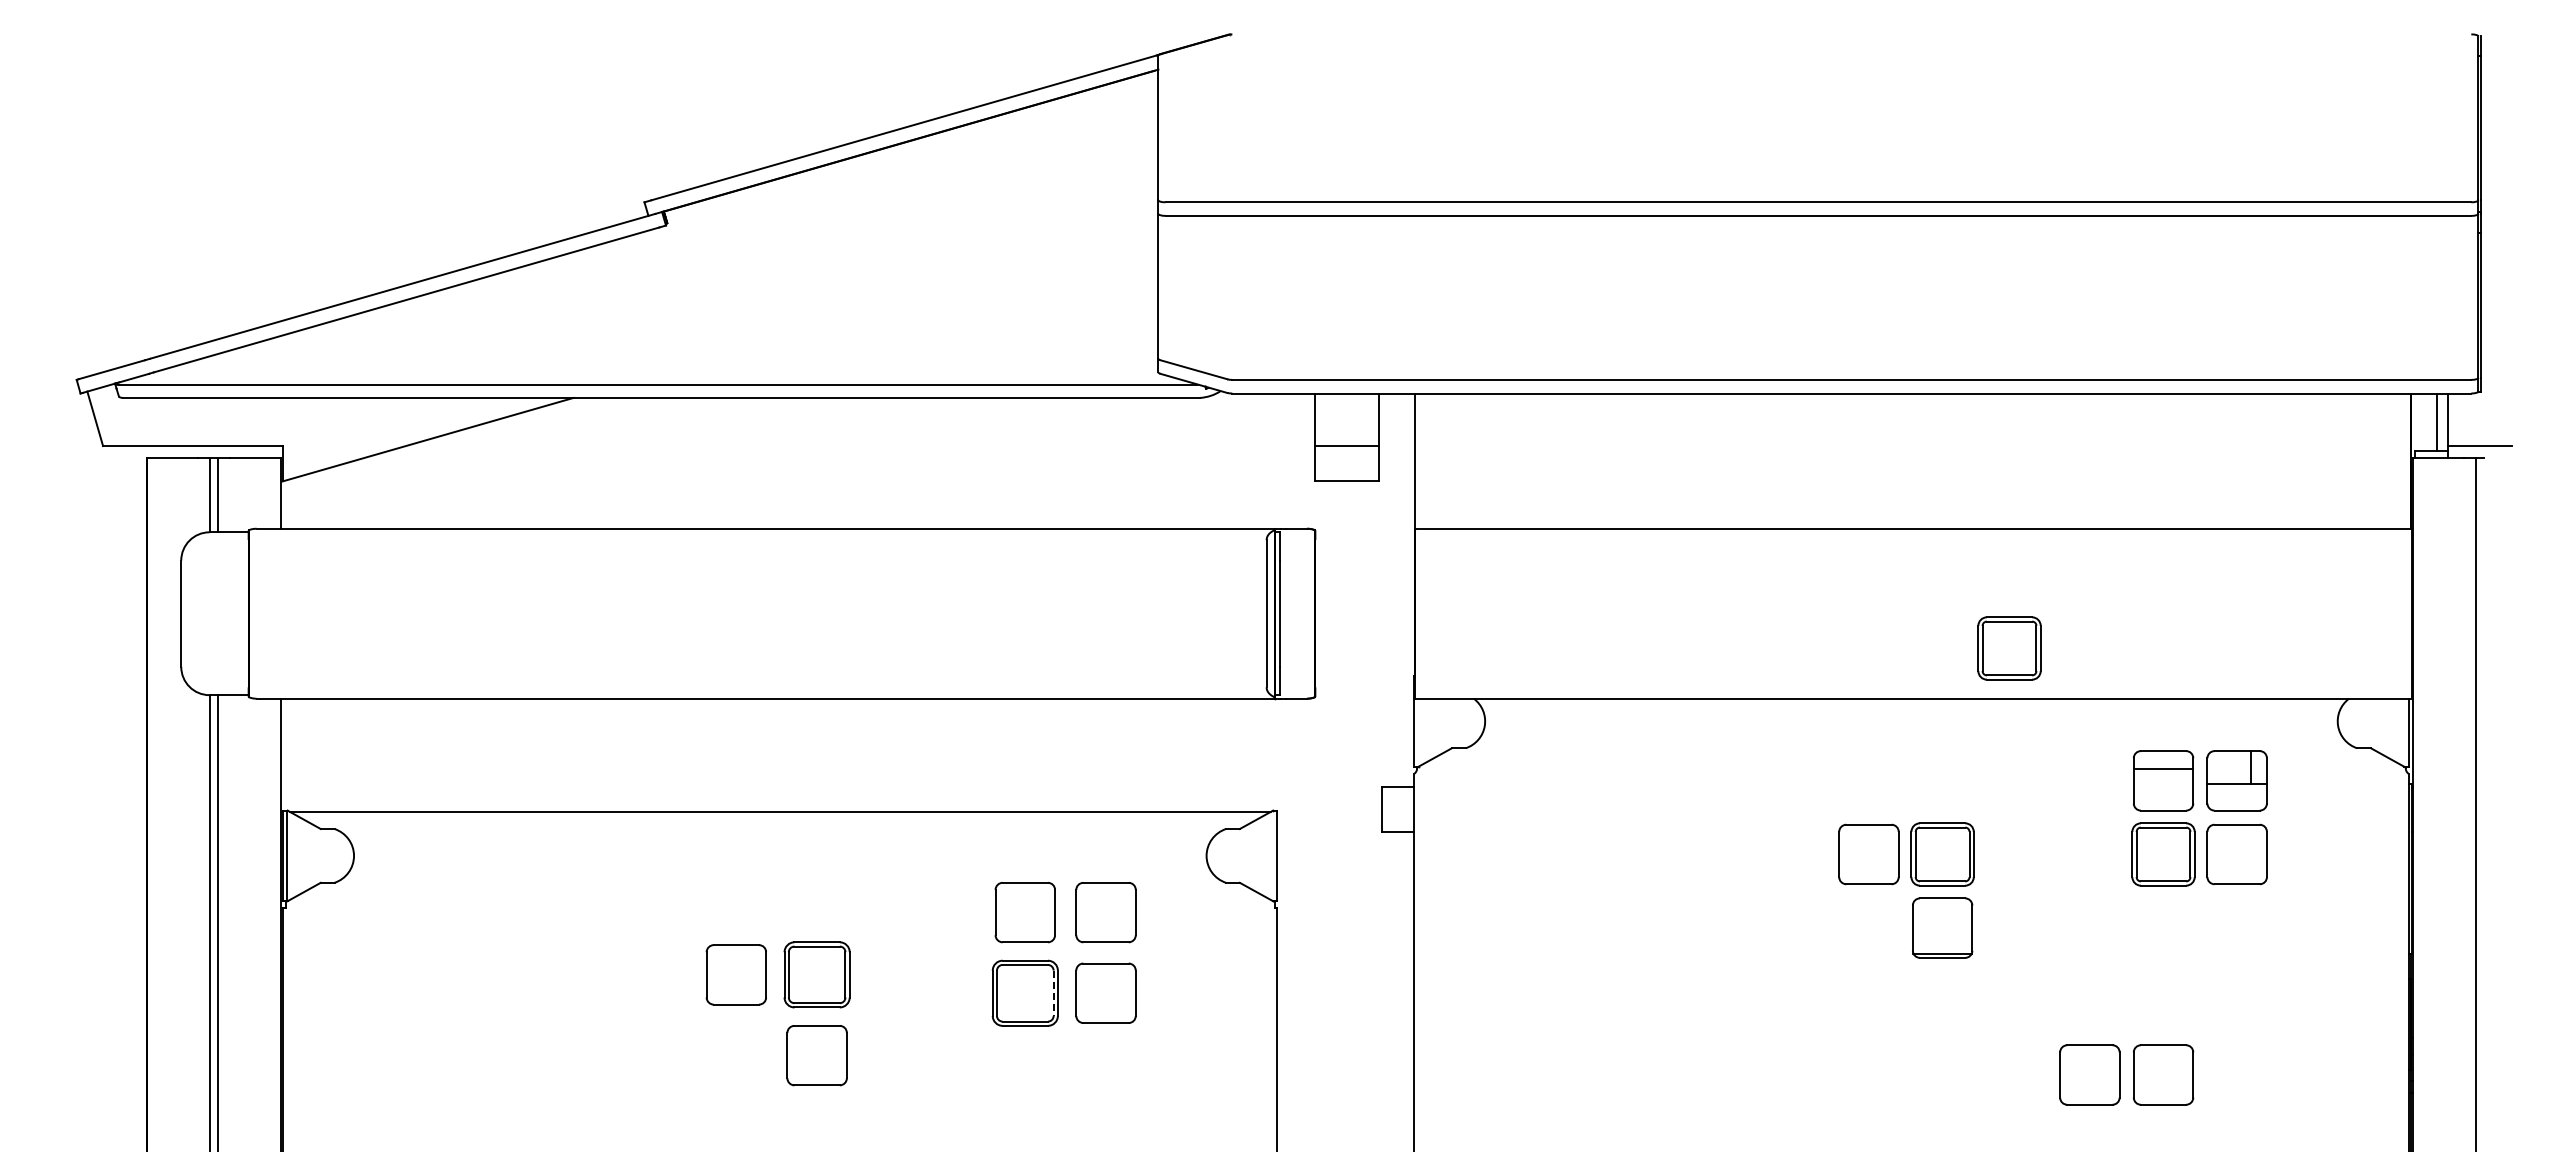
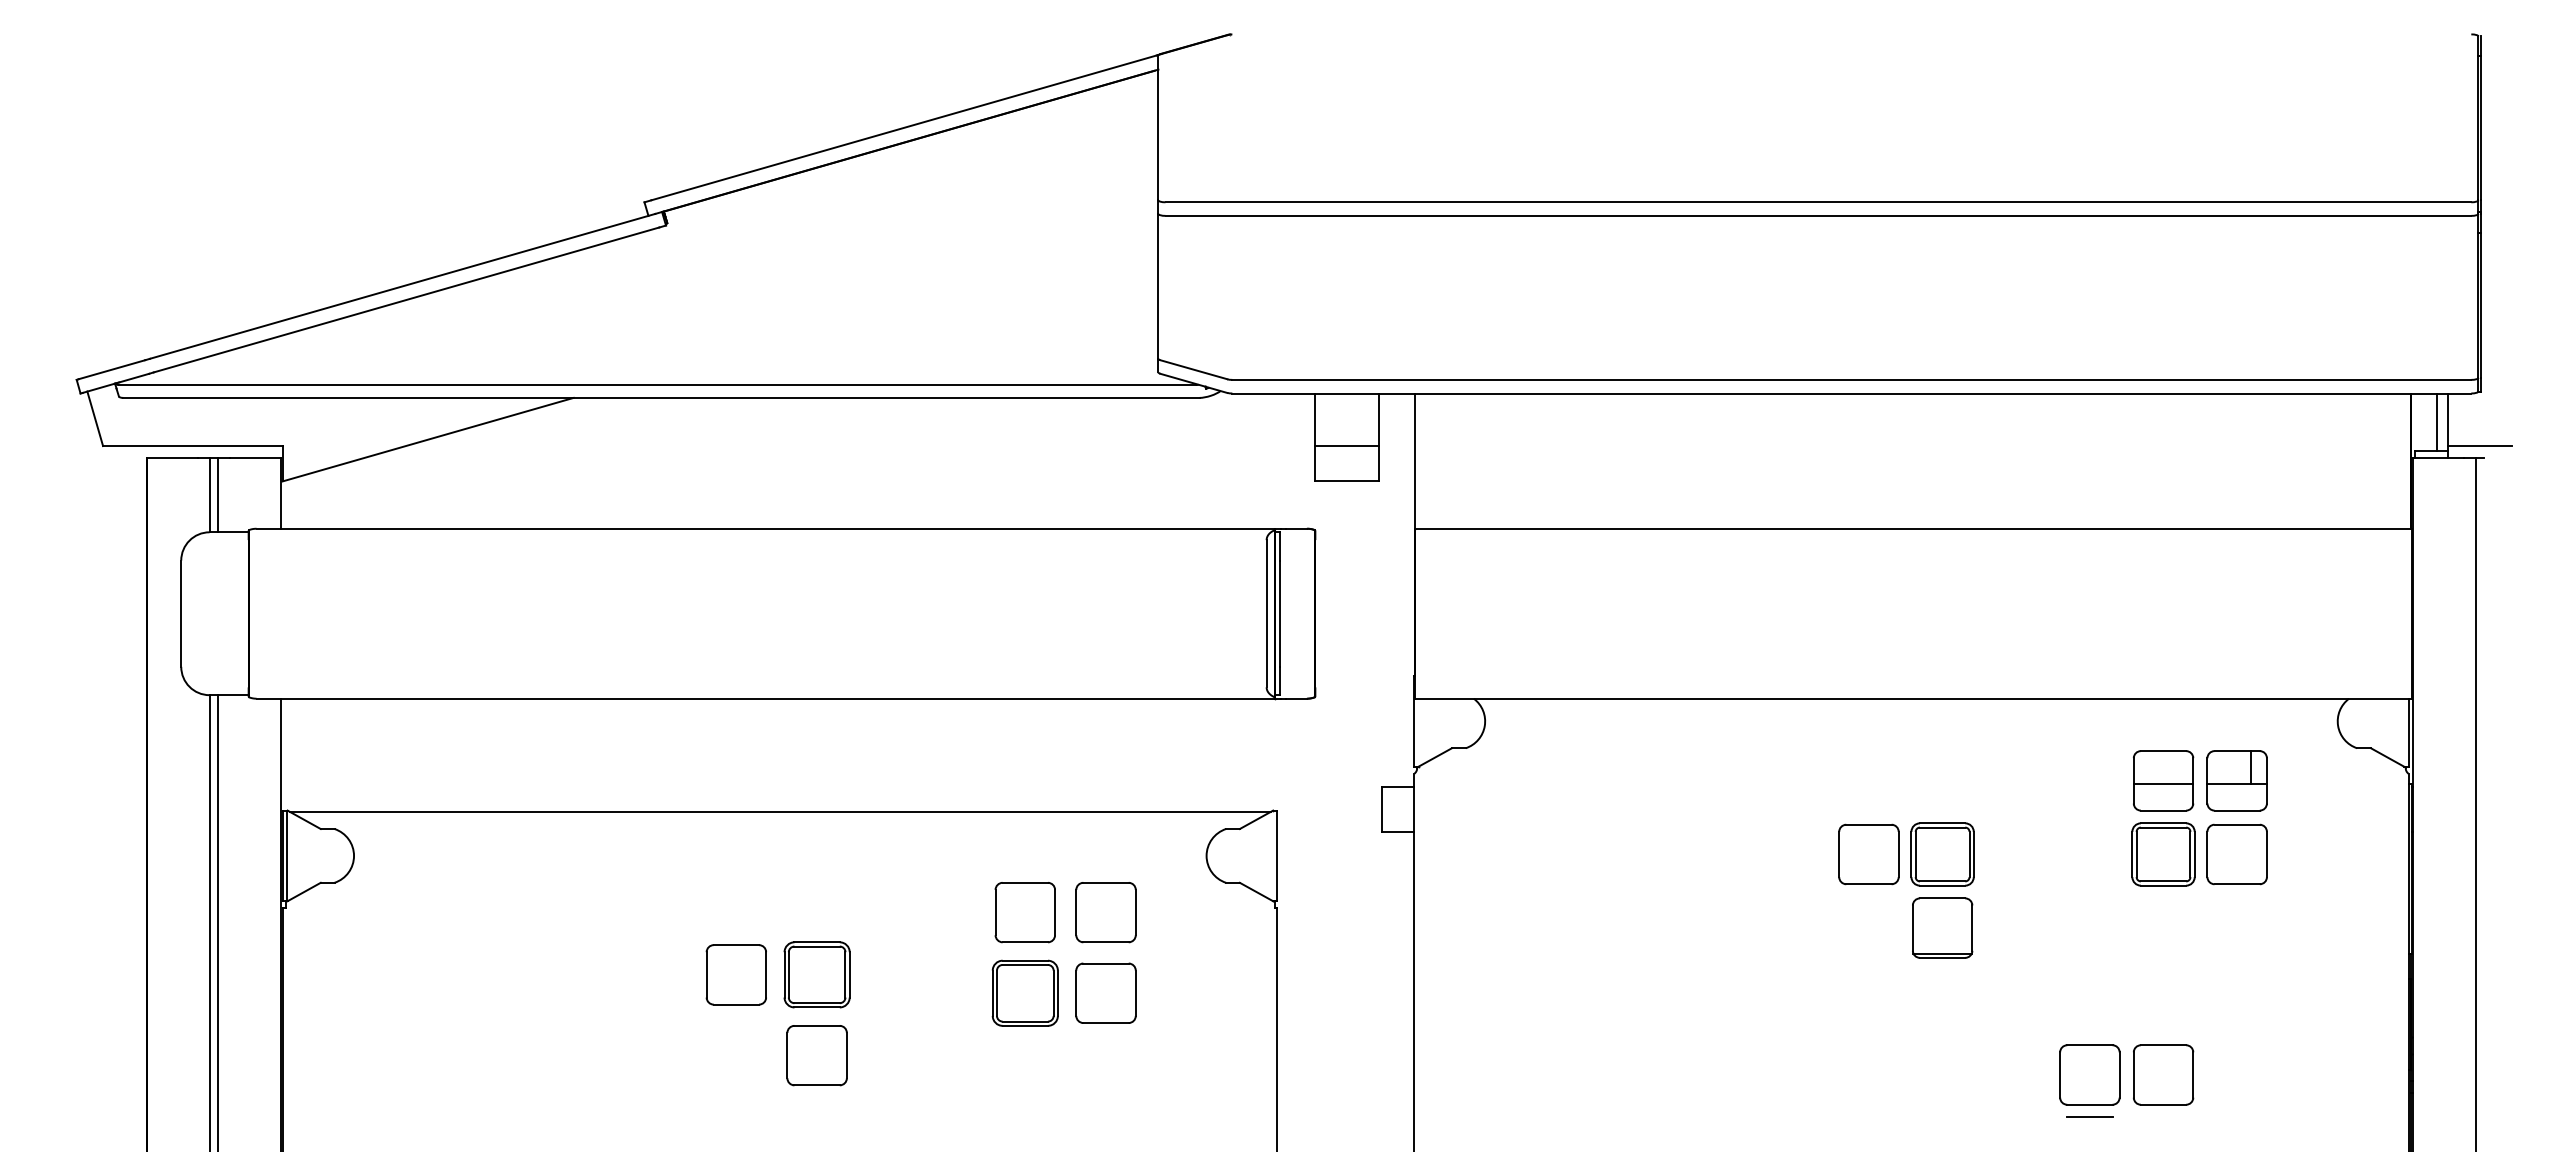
part at (2009, 648): present -> none
line at (2163, 768) position: (2163, 768) -> (2163, 783)
line at (1053, 993): dashed -> solid
line at (2089, 1117): none -> present
